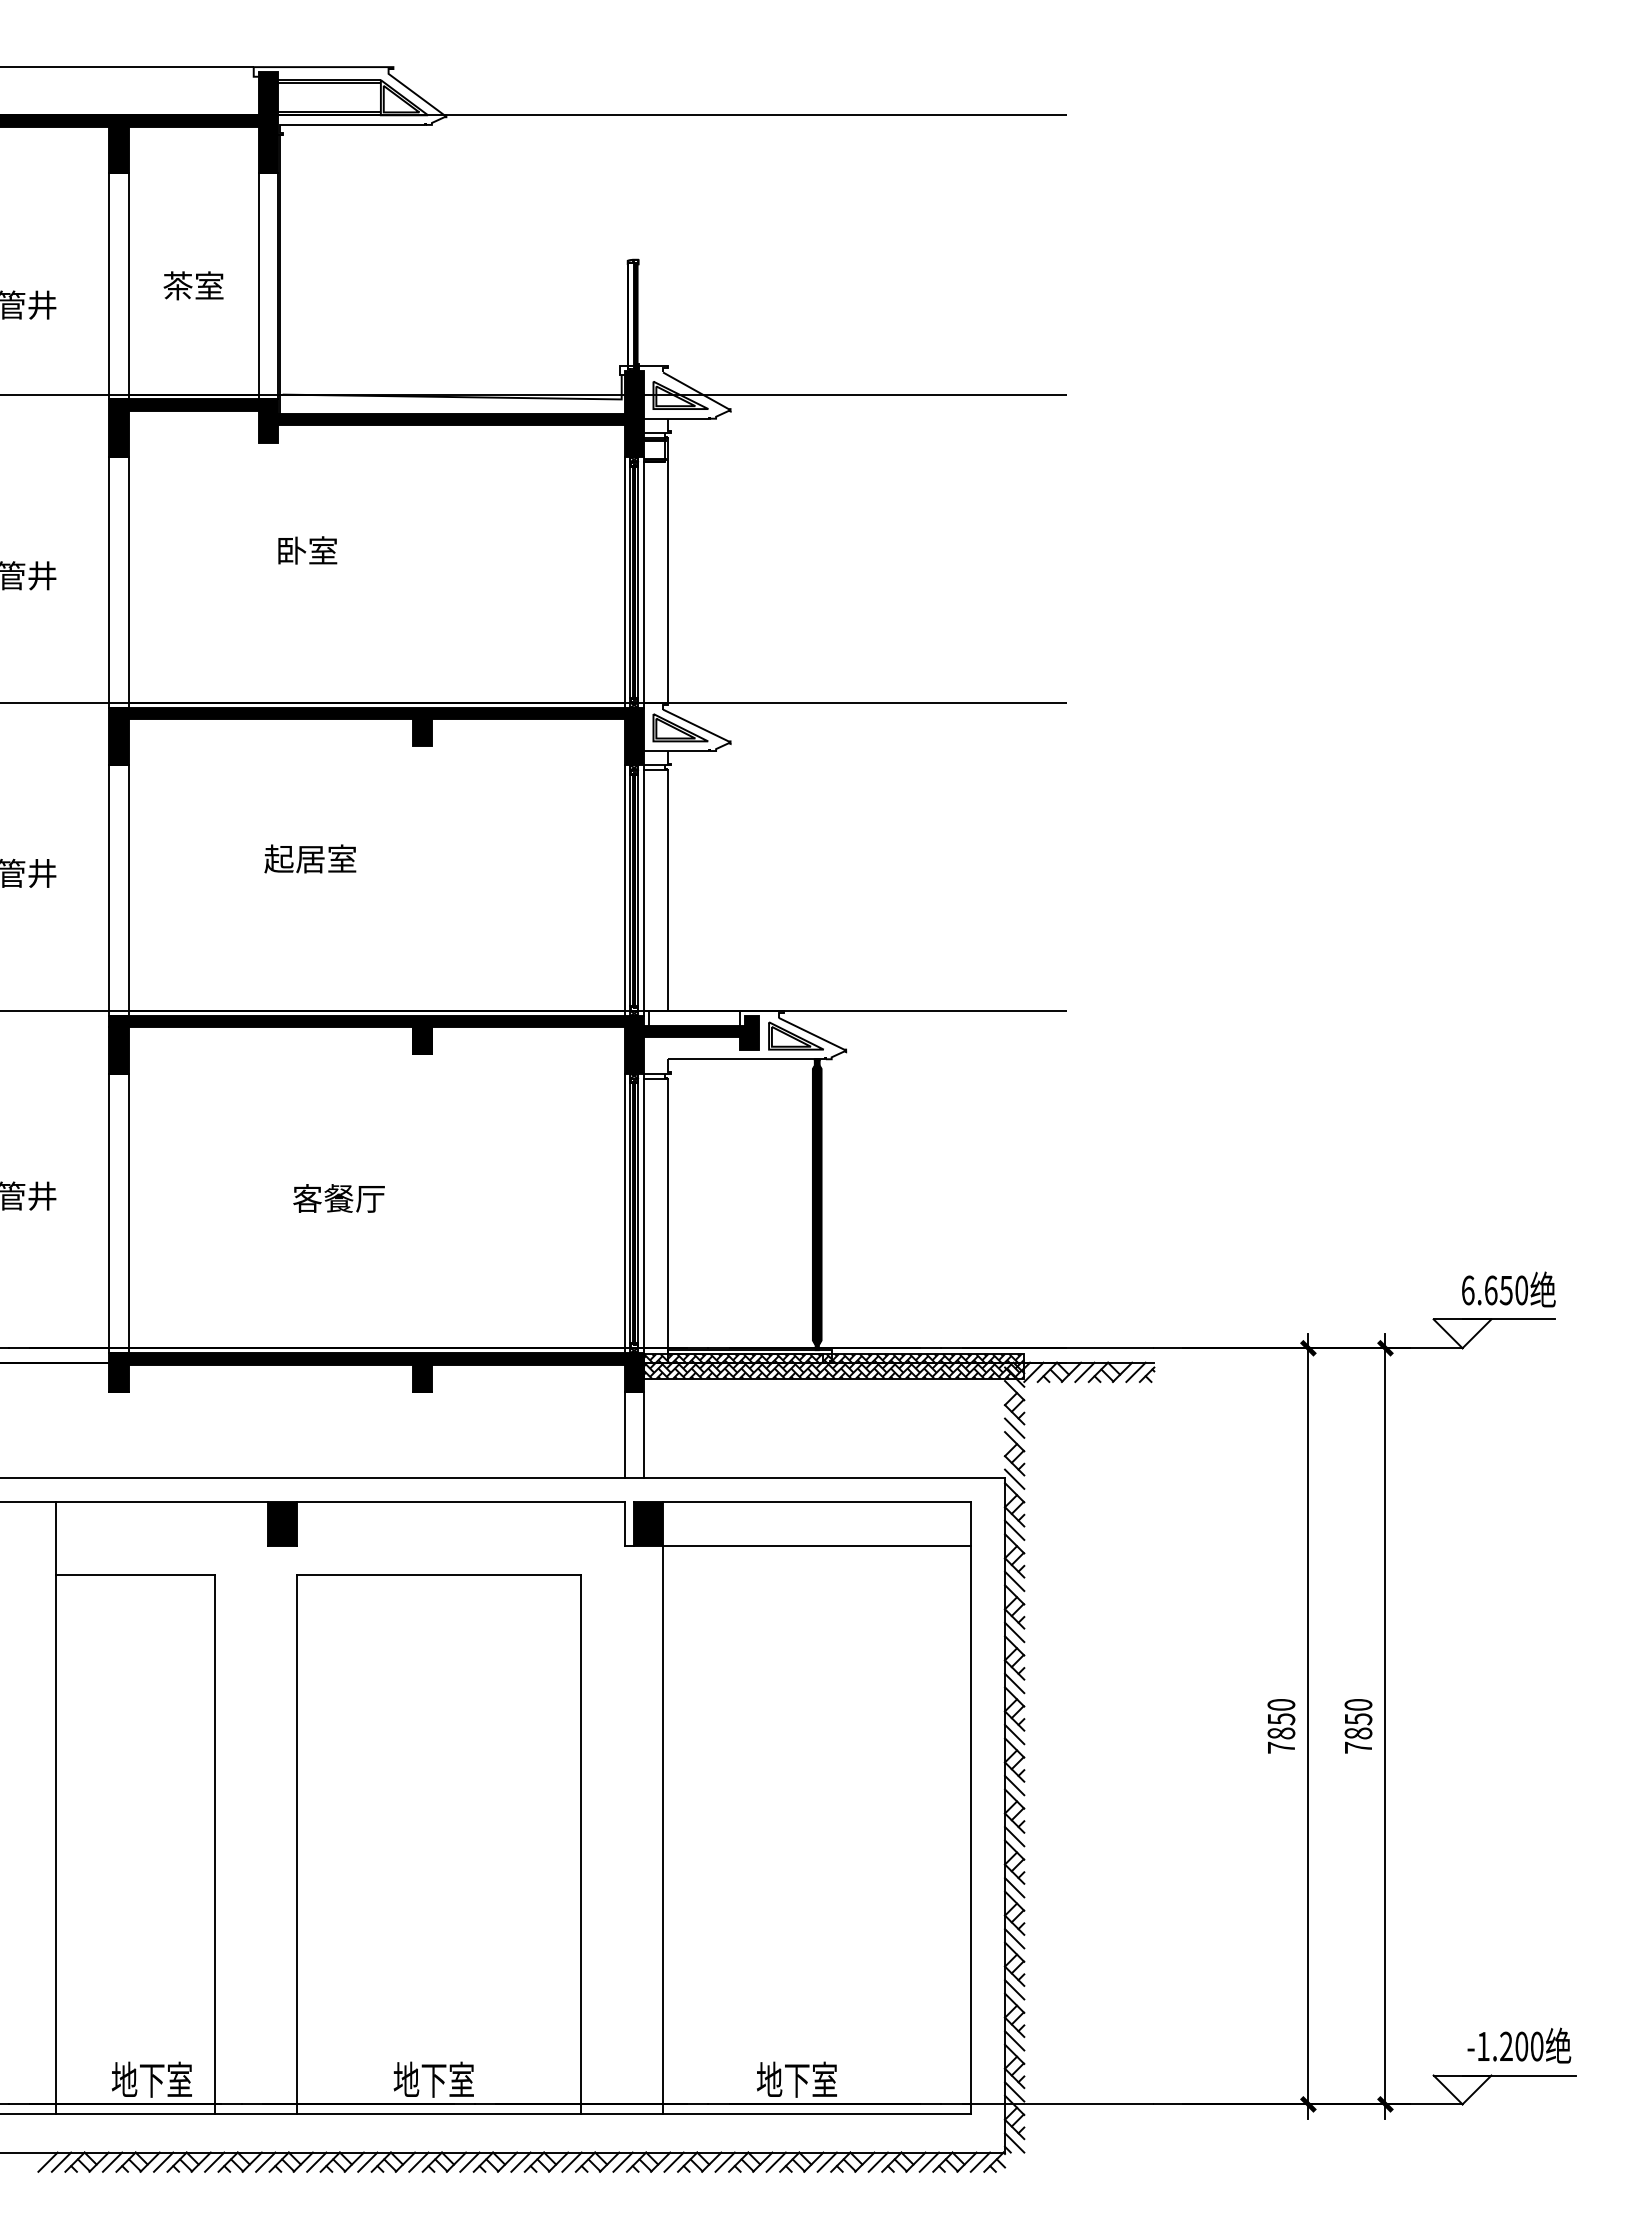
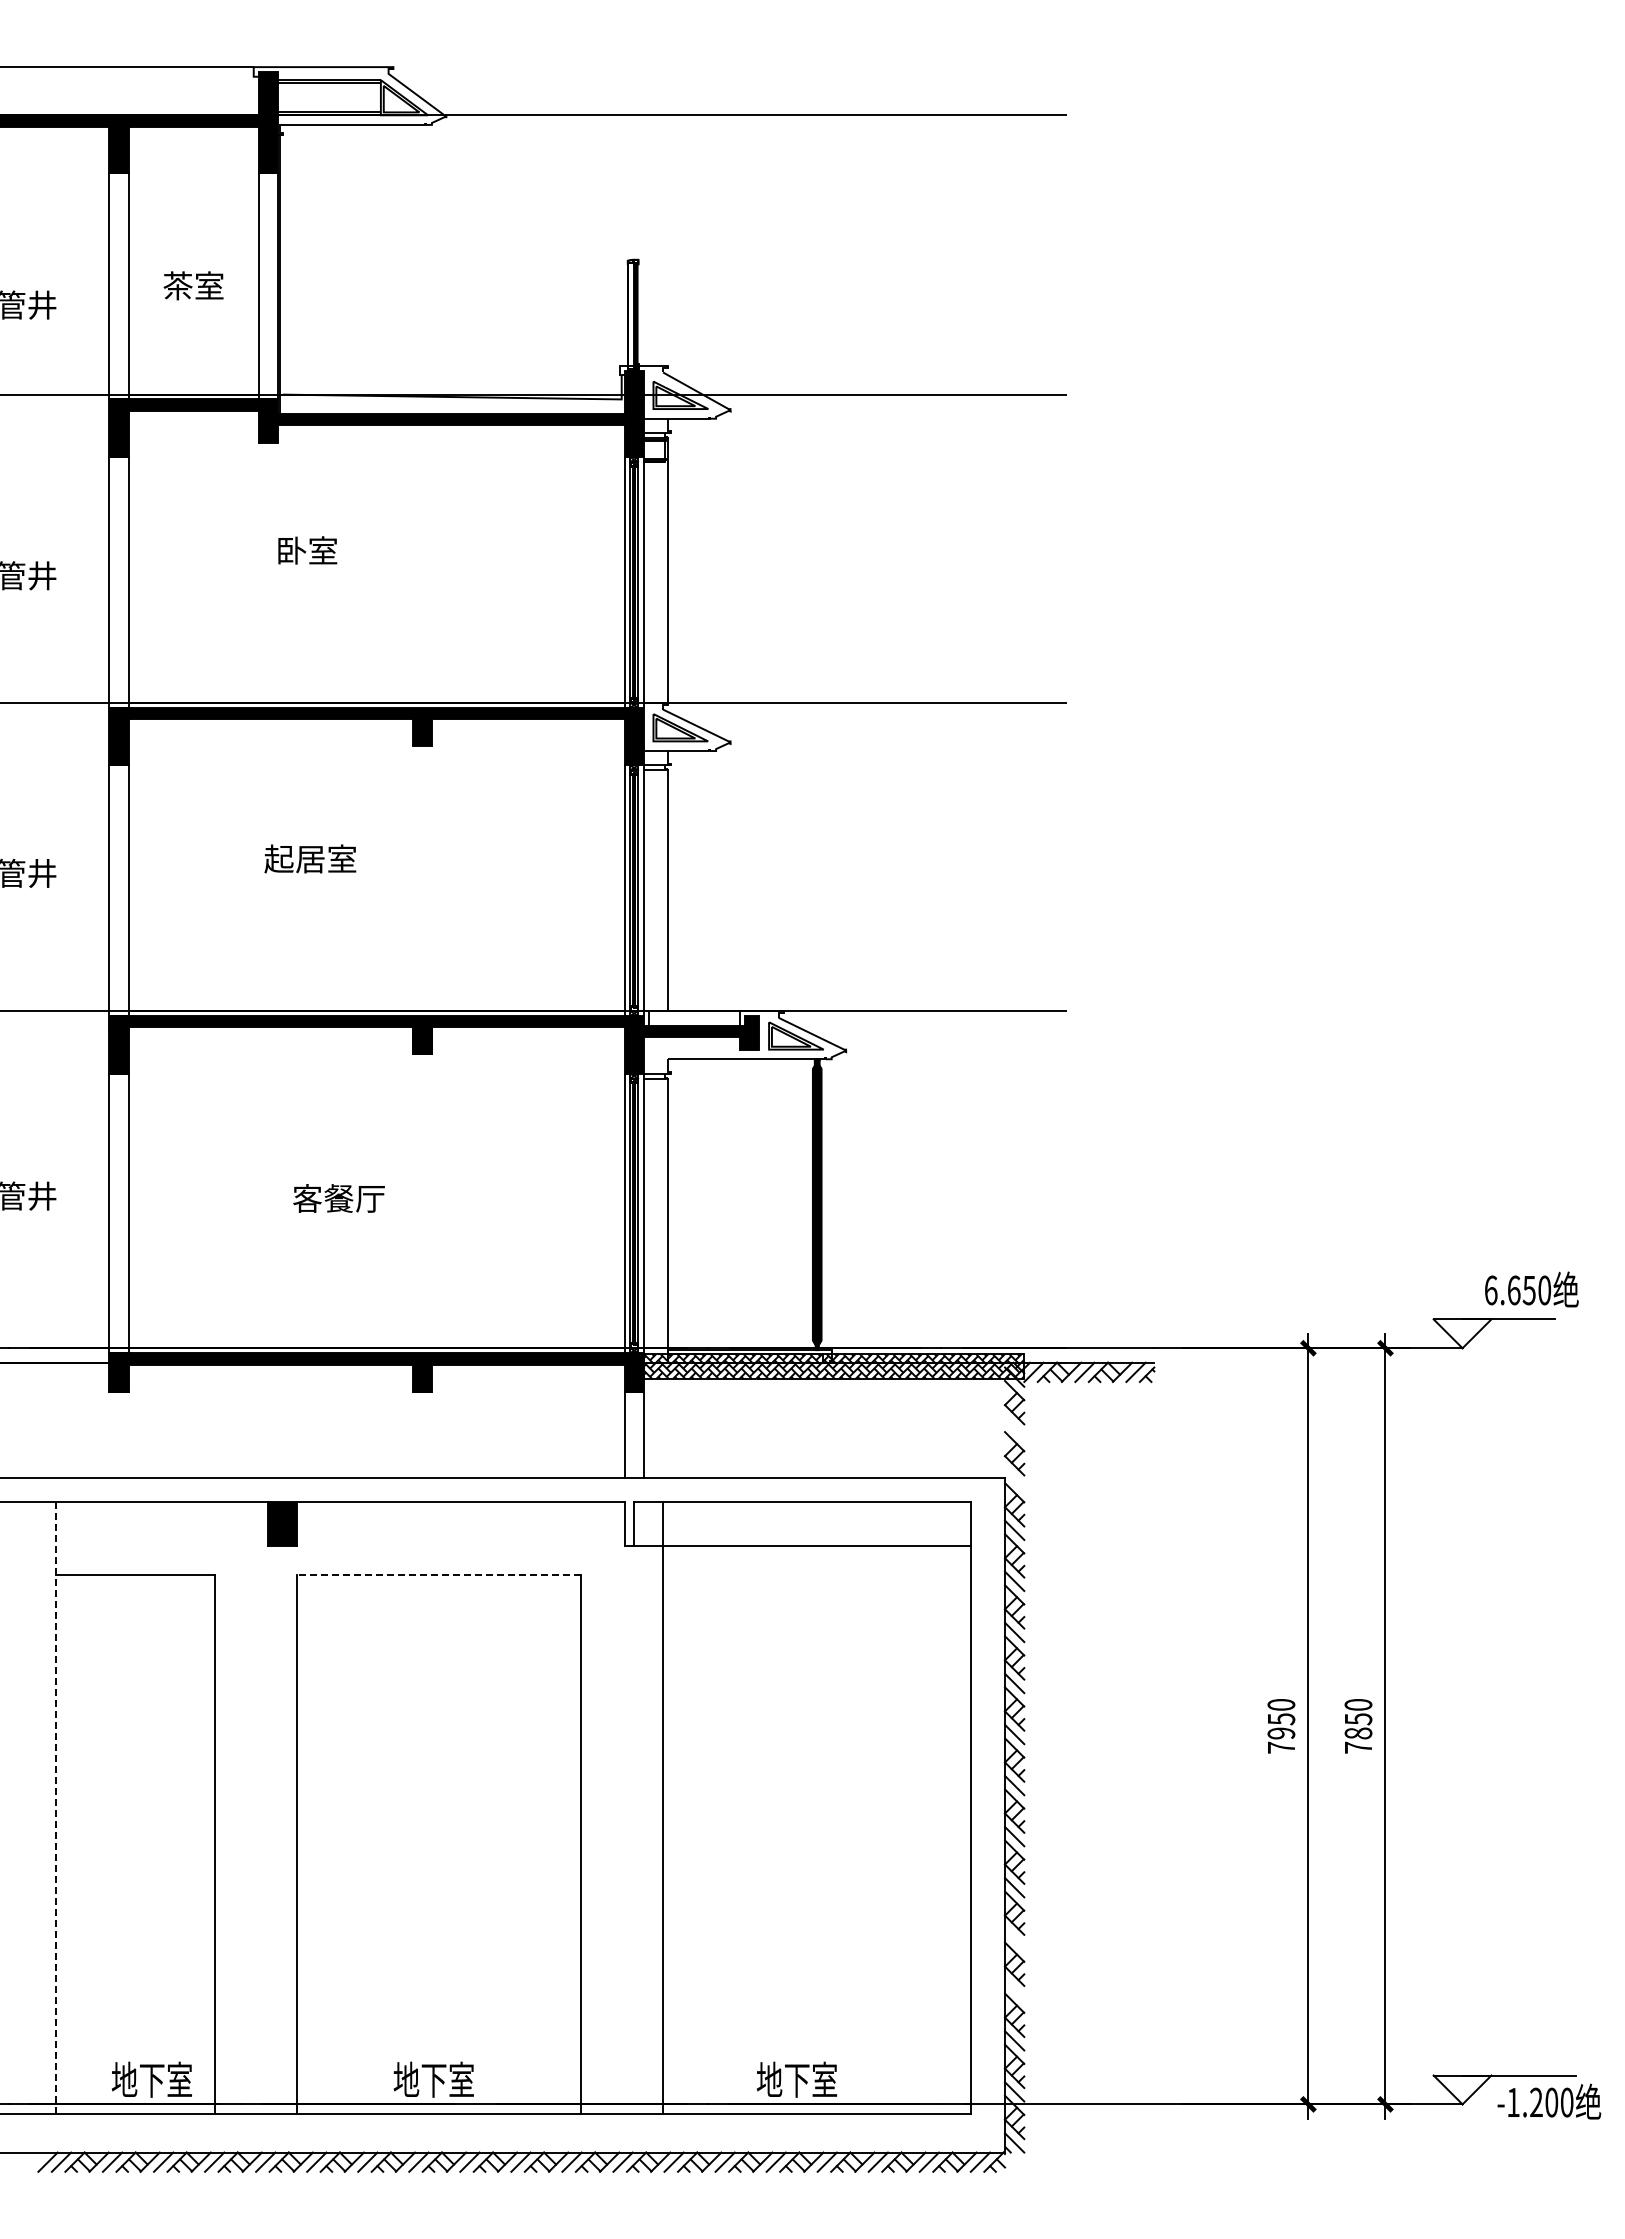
text at (1508, 1289) position: (1508, 1289) -> (1531, 1289)
line at (1014, 1427): present -> none
line at (1014, 1478): present -> none
fill at (648, 1523): present -> none
line at (438, 1574): solid -> dashed
text at (1281, 1733): 7850 -> 7950
line at (56, 1808): solid -> dashed
line at (1014, 1938): present -> none
line at (1014, 1989): present -> none
text at (1519, 2045) position: (1519, 2045) -> (1549, 2101)
